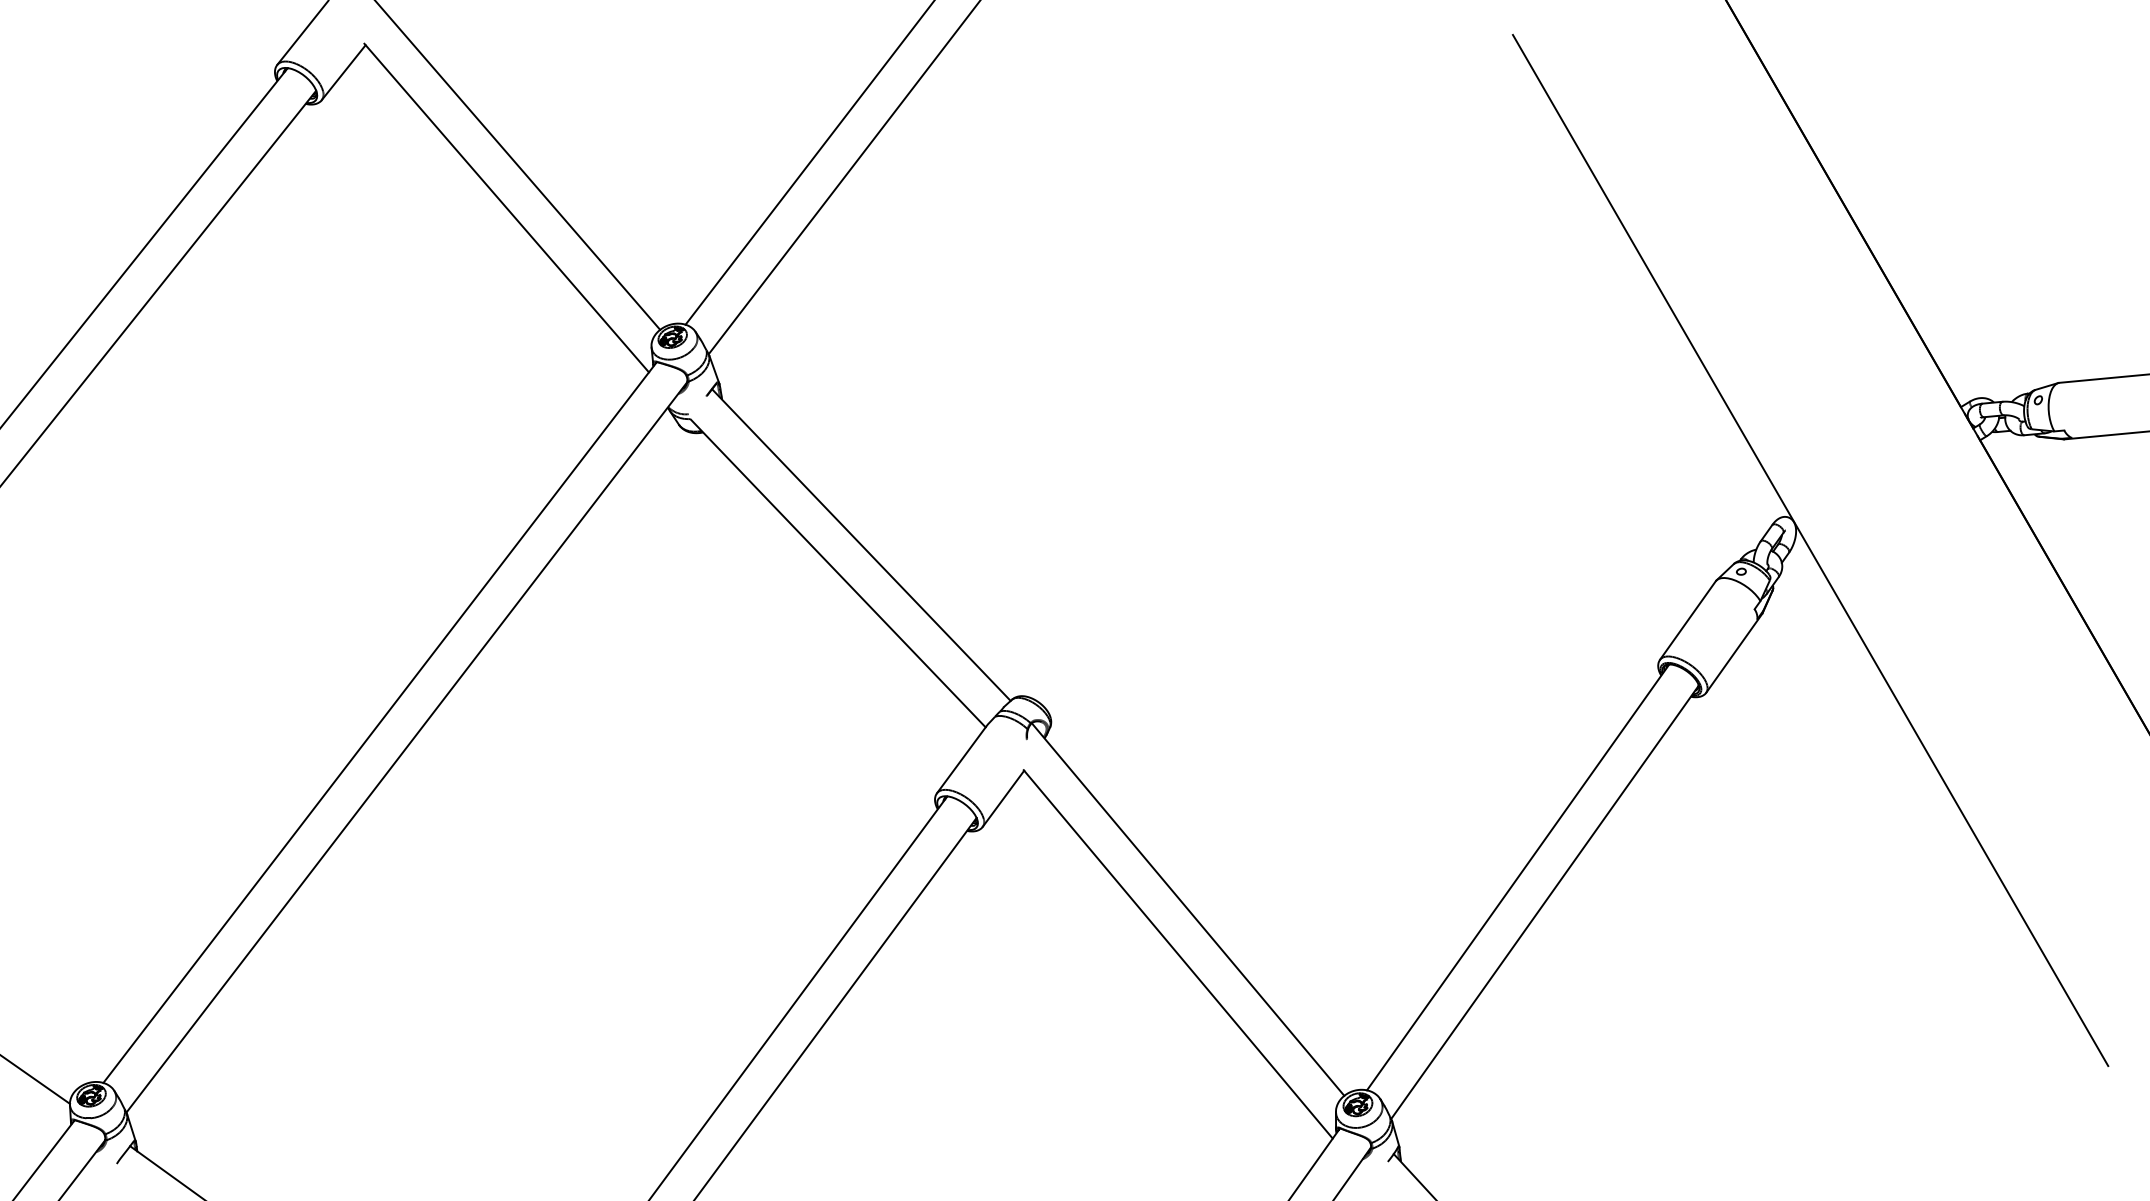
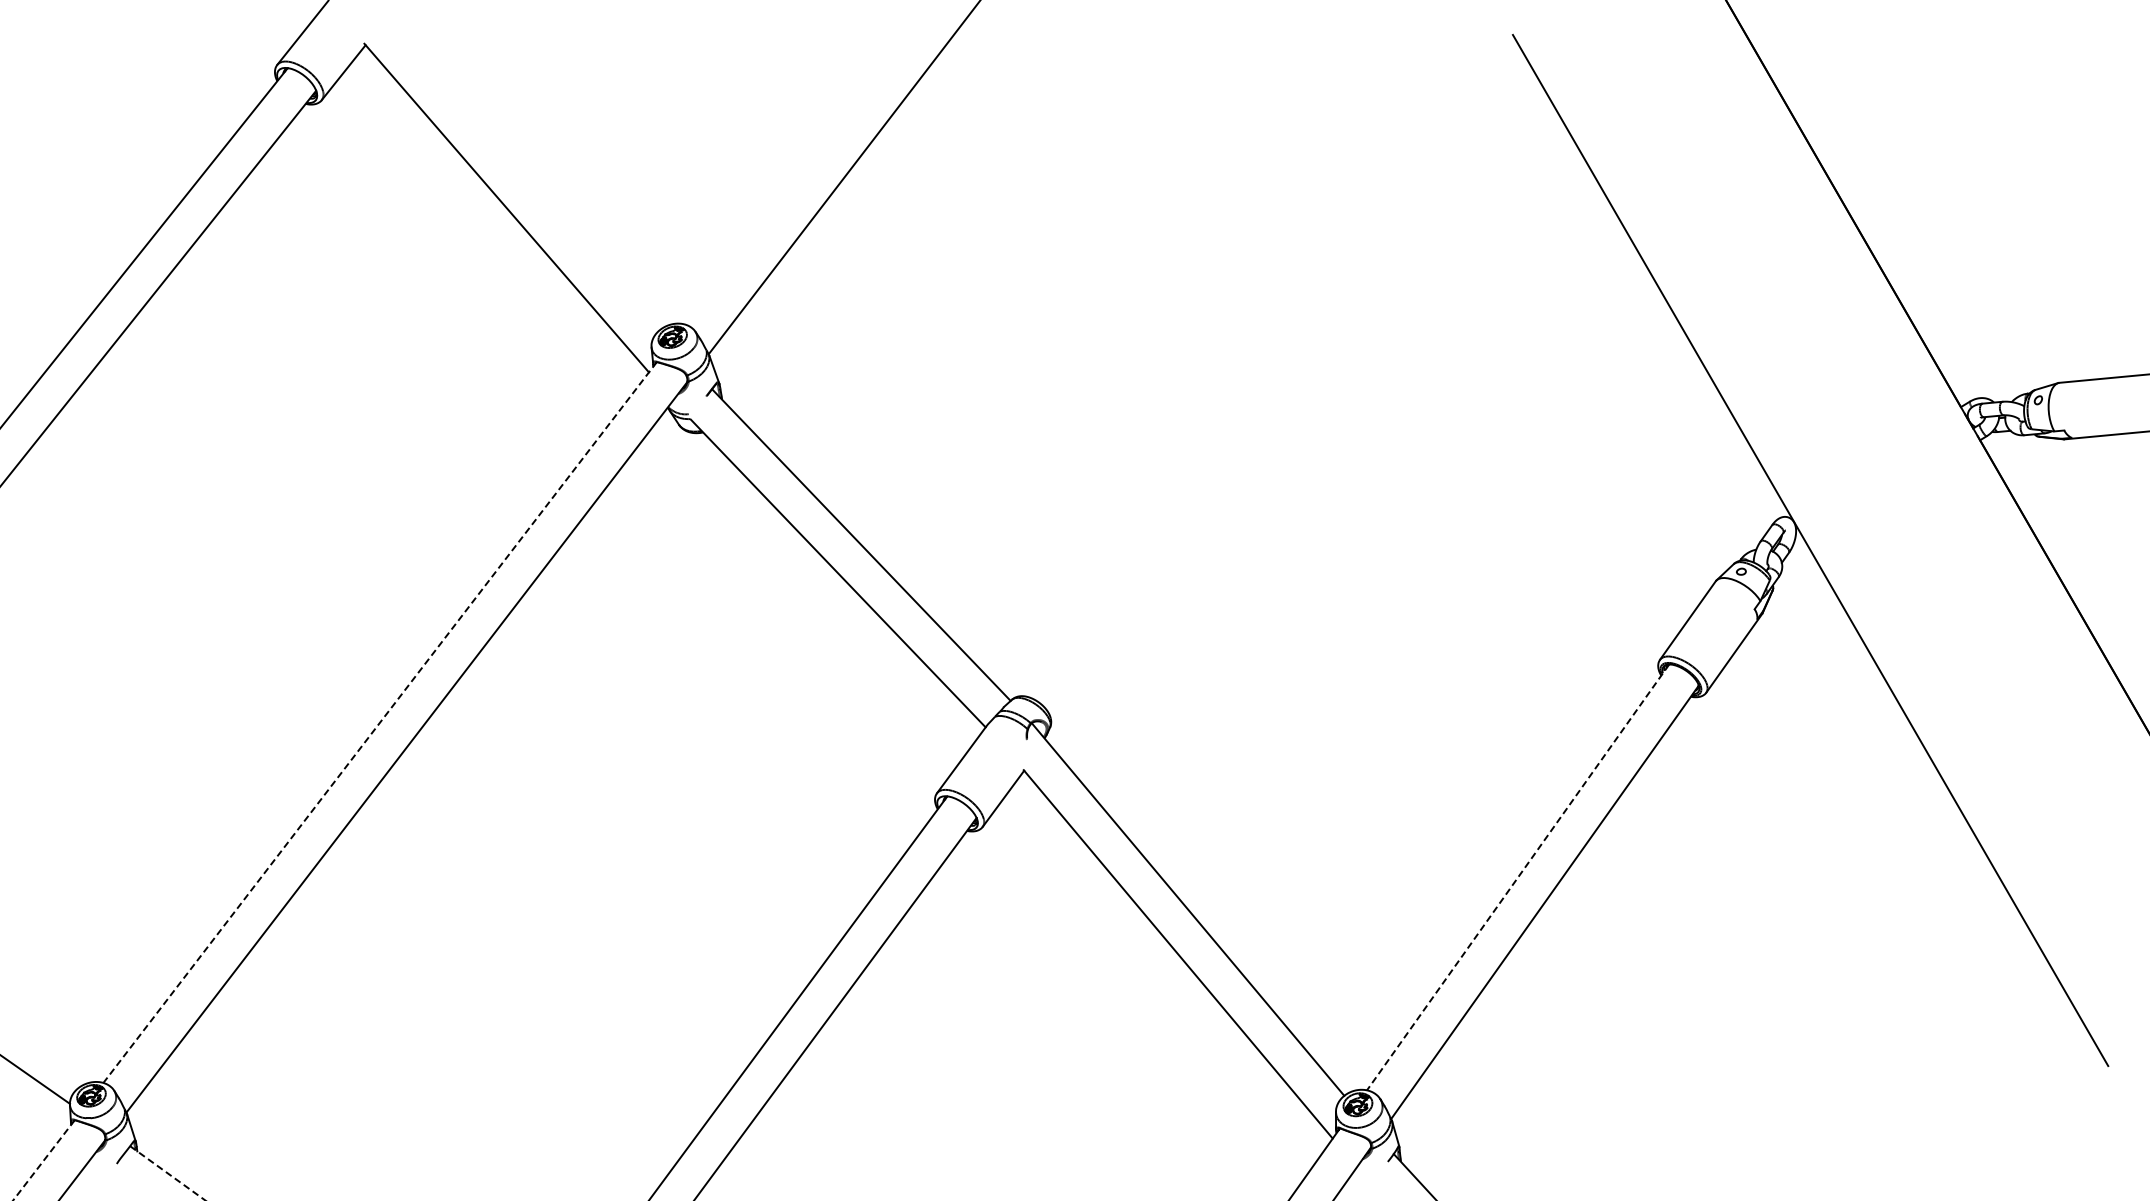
line at (808, 163): present -> none
line at (518, 165): present -> none
line at (379, 723): solid -> dashed
line at (1517, 877): solid -> dashed
line at (43, 1160): solid -> dashed
line at (167, 1173): solid -> dashed
